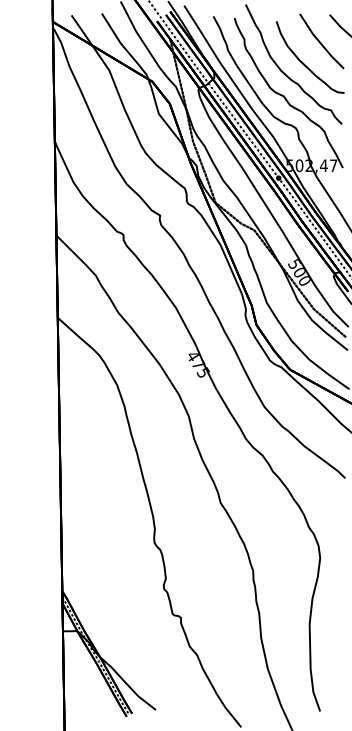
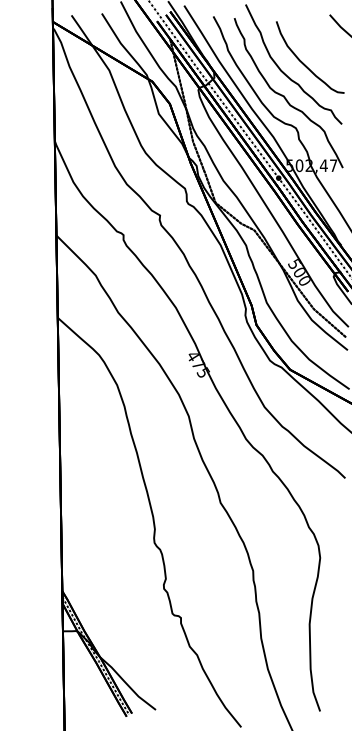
line at (320, 41): present -> none
